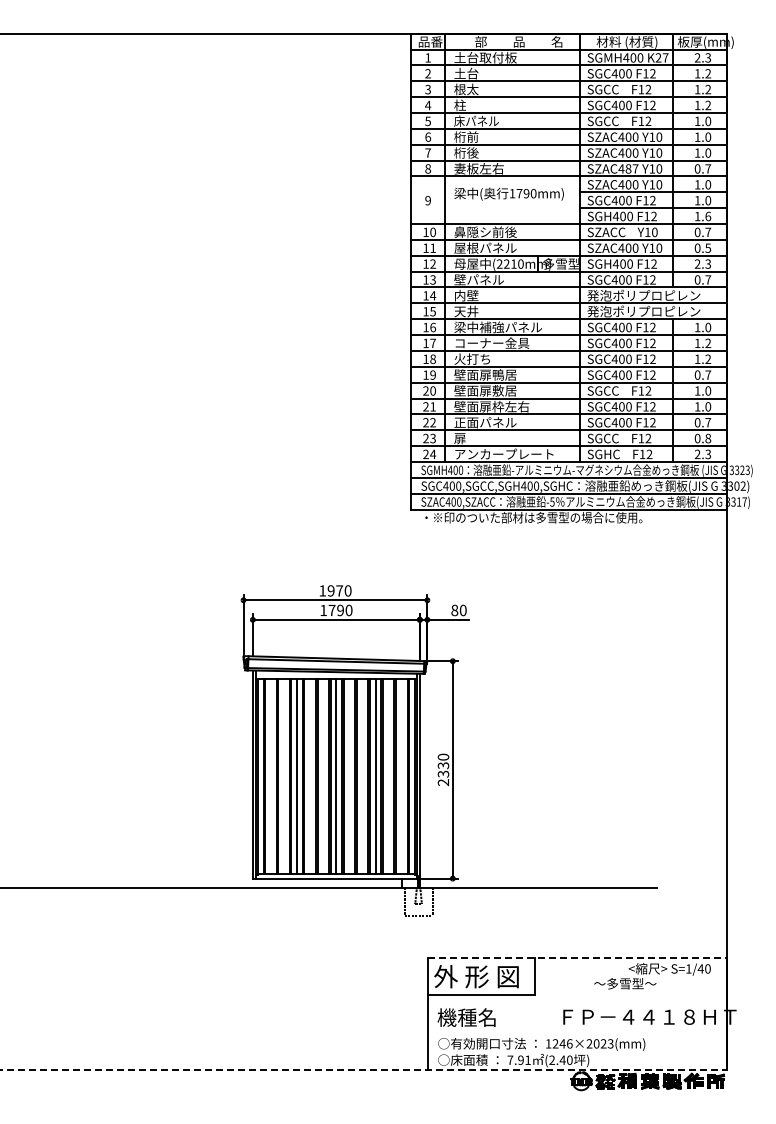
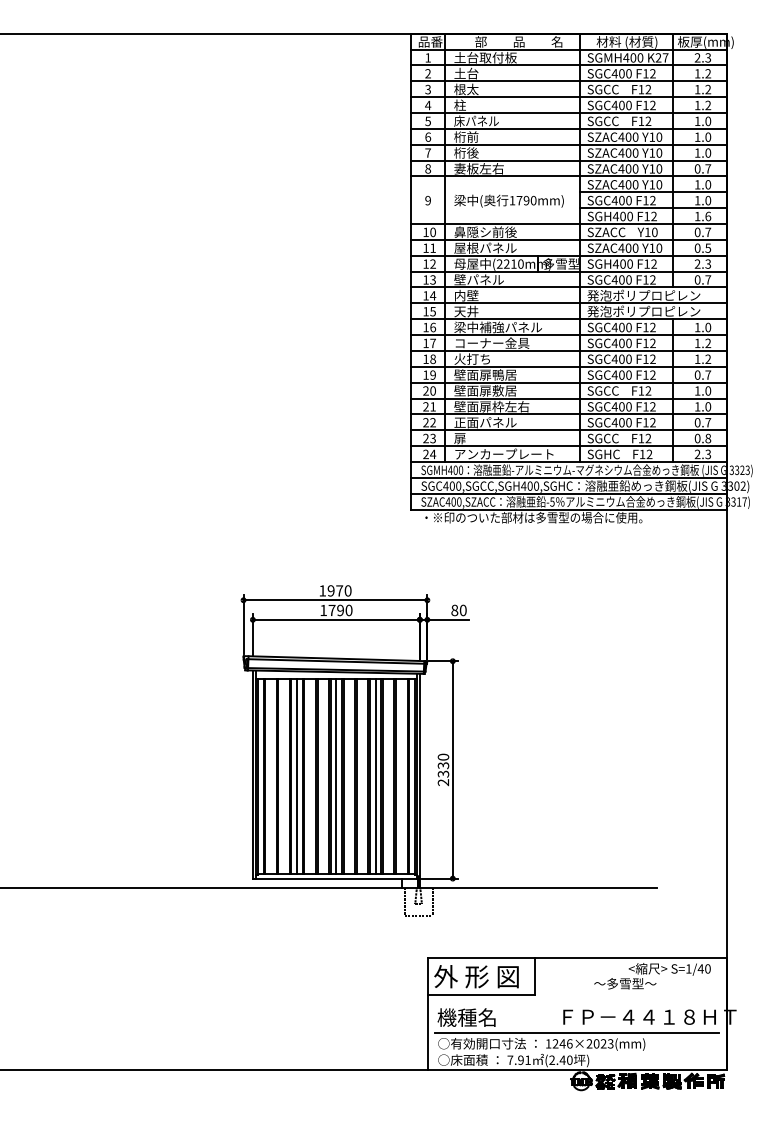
text at (631, 168): SZAC487 -> SZAC400
text at (508, 193) position: (508, 193) -> (508, 200)
line at (577, 957): dashed -> solid
line at (577, 1032): none -> present
line at (363, 1069): dashed -> solid
